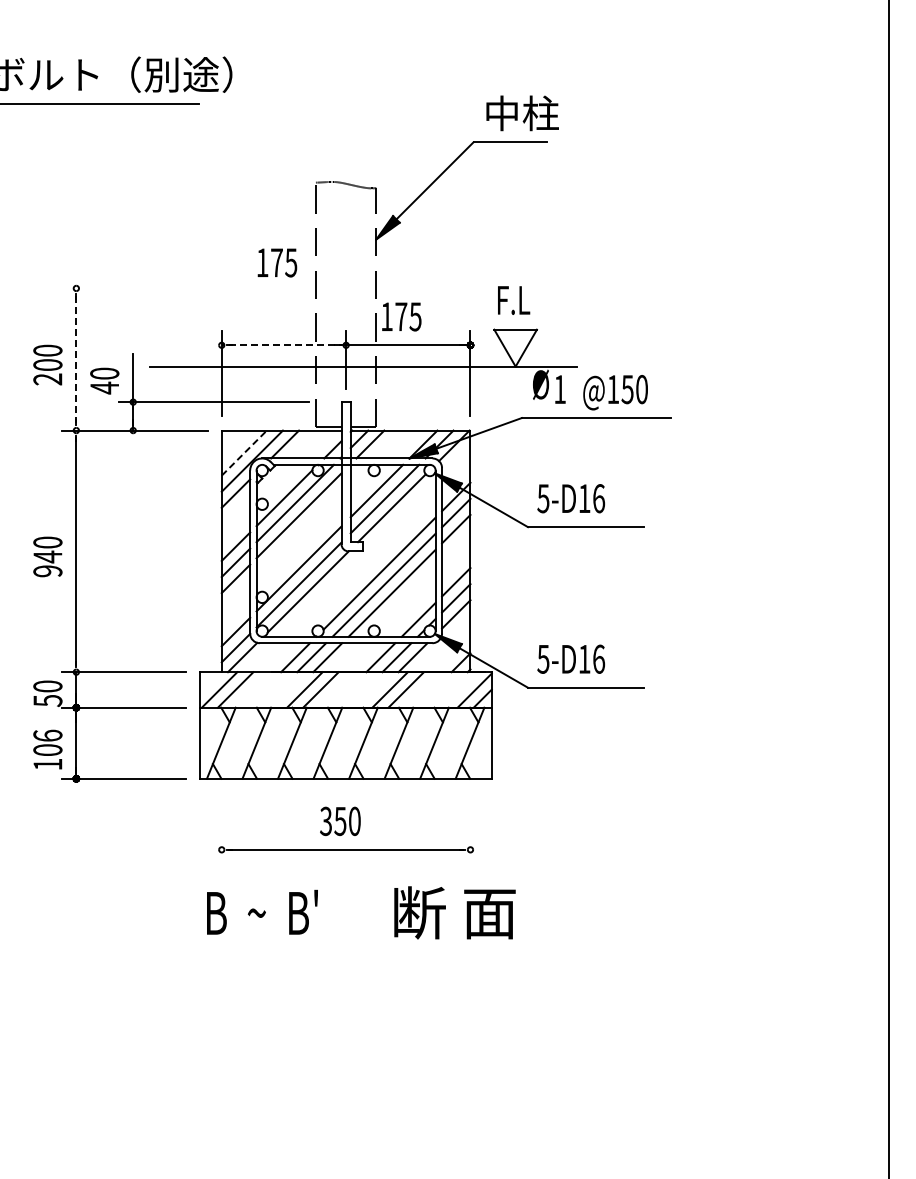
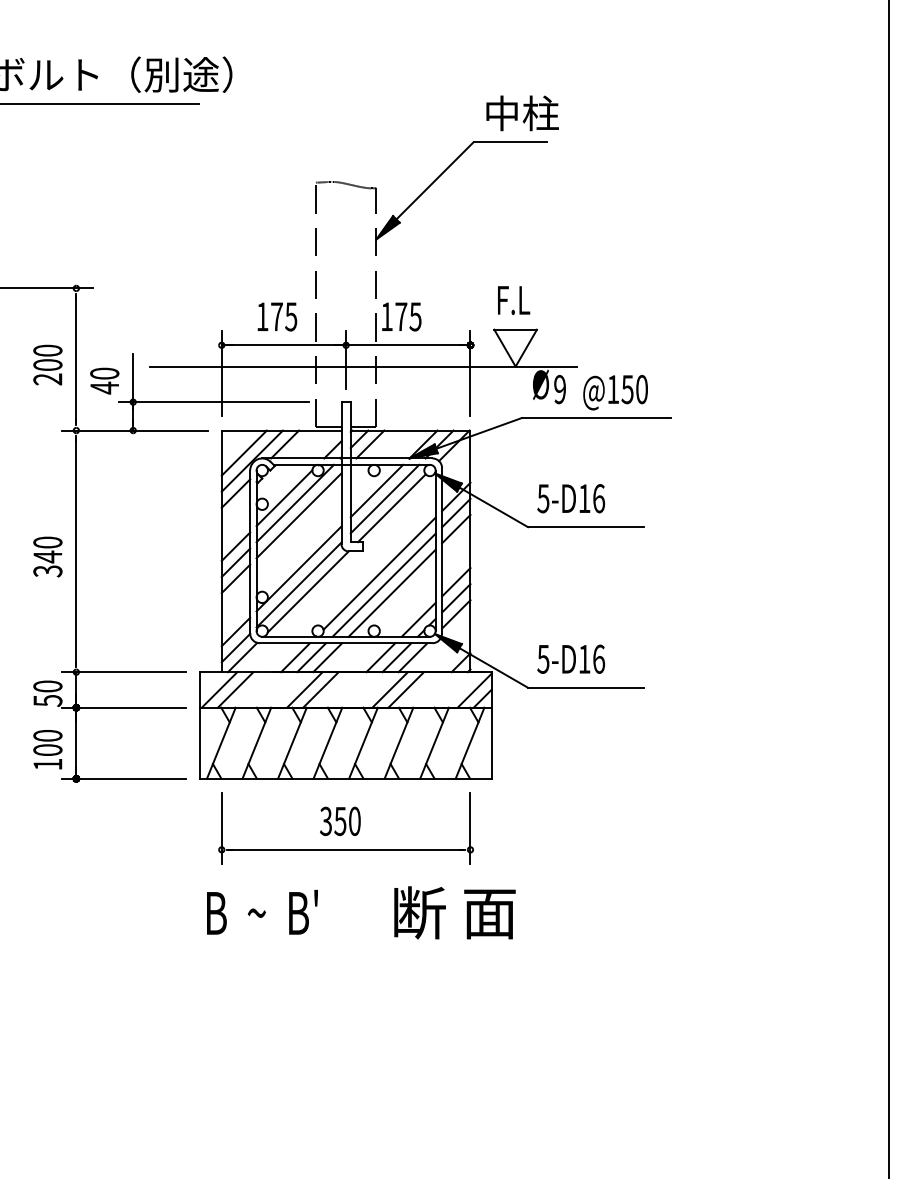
text at (277, 262) position: (277, 262) -> (277, 316)
line at (47, 288): none -> present
line at (283, 345): dashed -> solid
line at (76, 359): dashed -> solid
text at (559, 389): 1 -> 9
line at (244, 453): dashed -> solid
text at (47, 571): 940 -> 340
text at (47, 735): 106 -> 100
line at (221, 828): none -> present
line at (470, 828): none -> present
